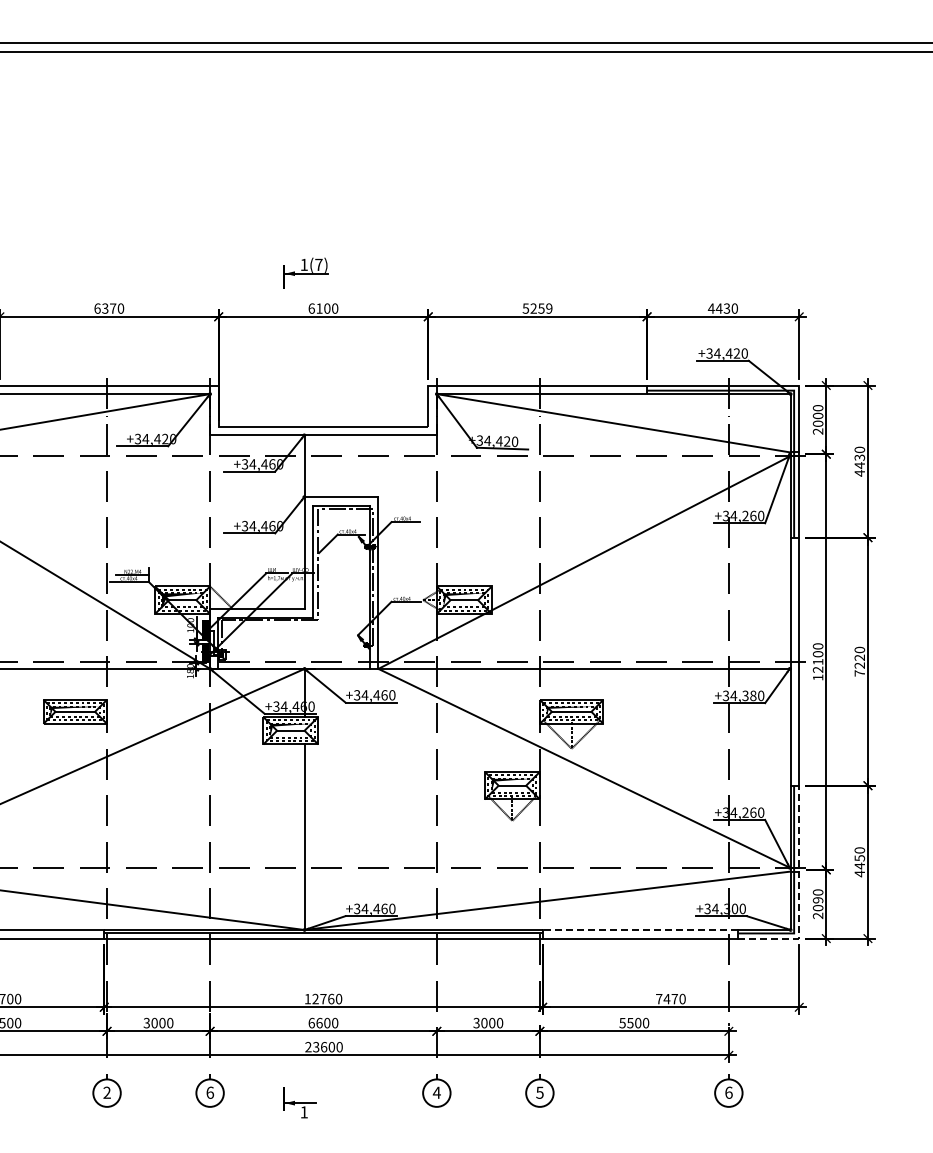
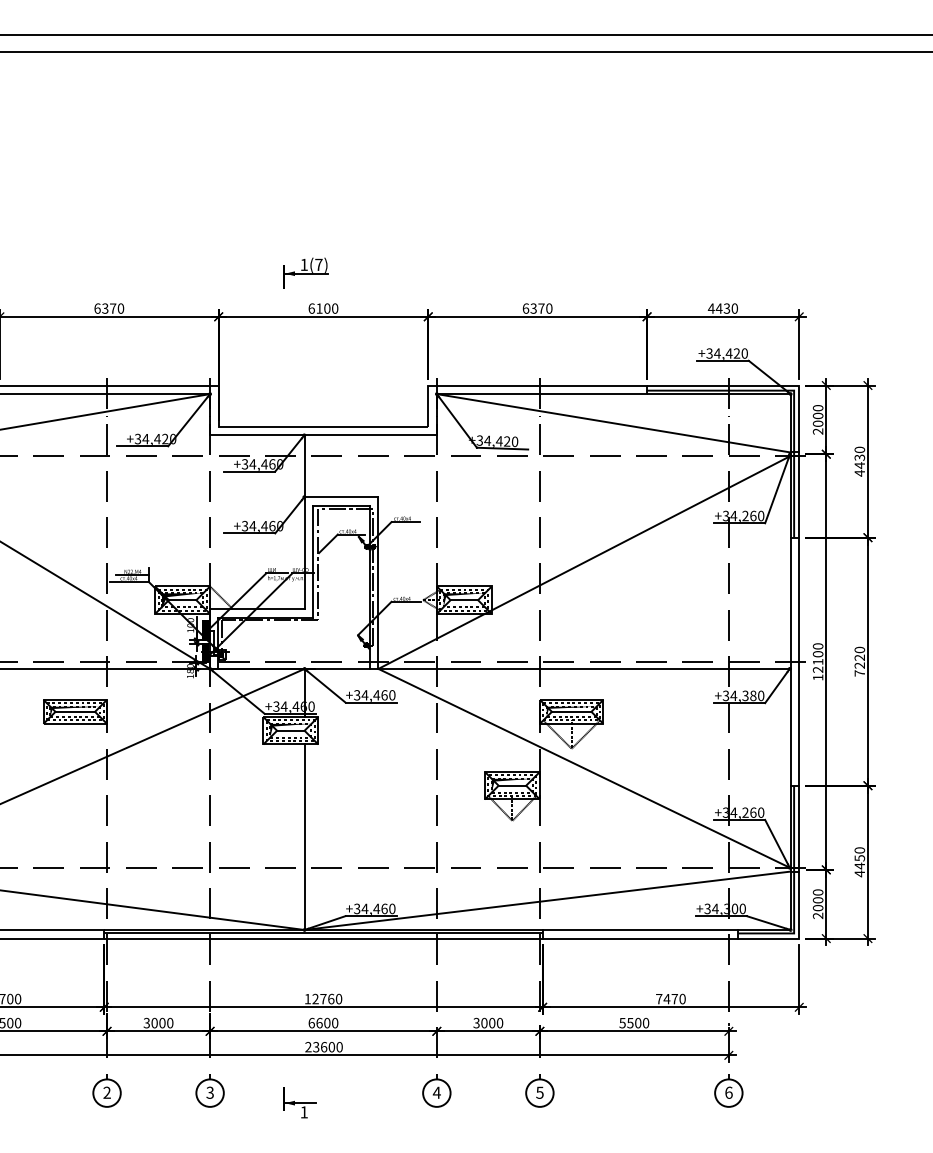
line at (465, 42) position: (465, 42) -> (465, 34)
text at (537, 308): 5259 -> 6370
line at (799, 892): dashed -> solid
text at (818, 900): 2090 -> 2000
line at (640, 929): dashed -> solid
text at (210, 1092): 6 -> 3
